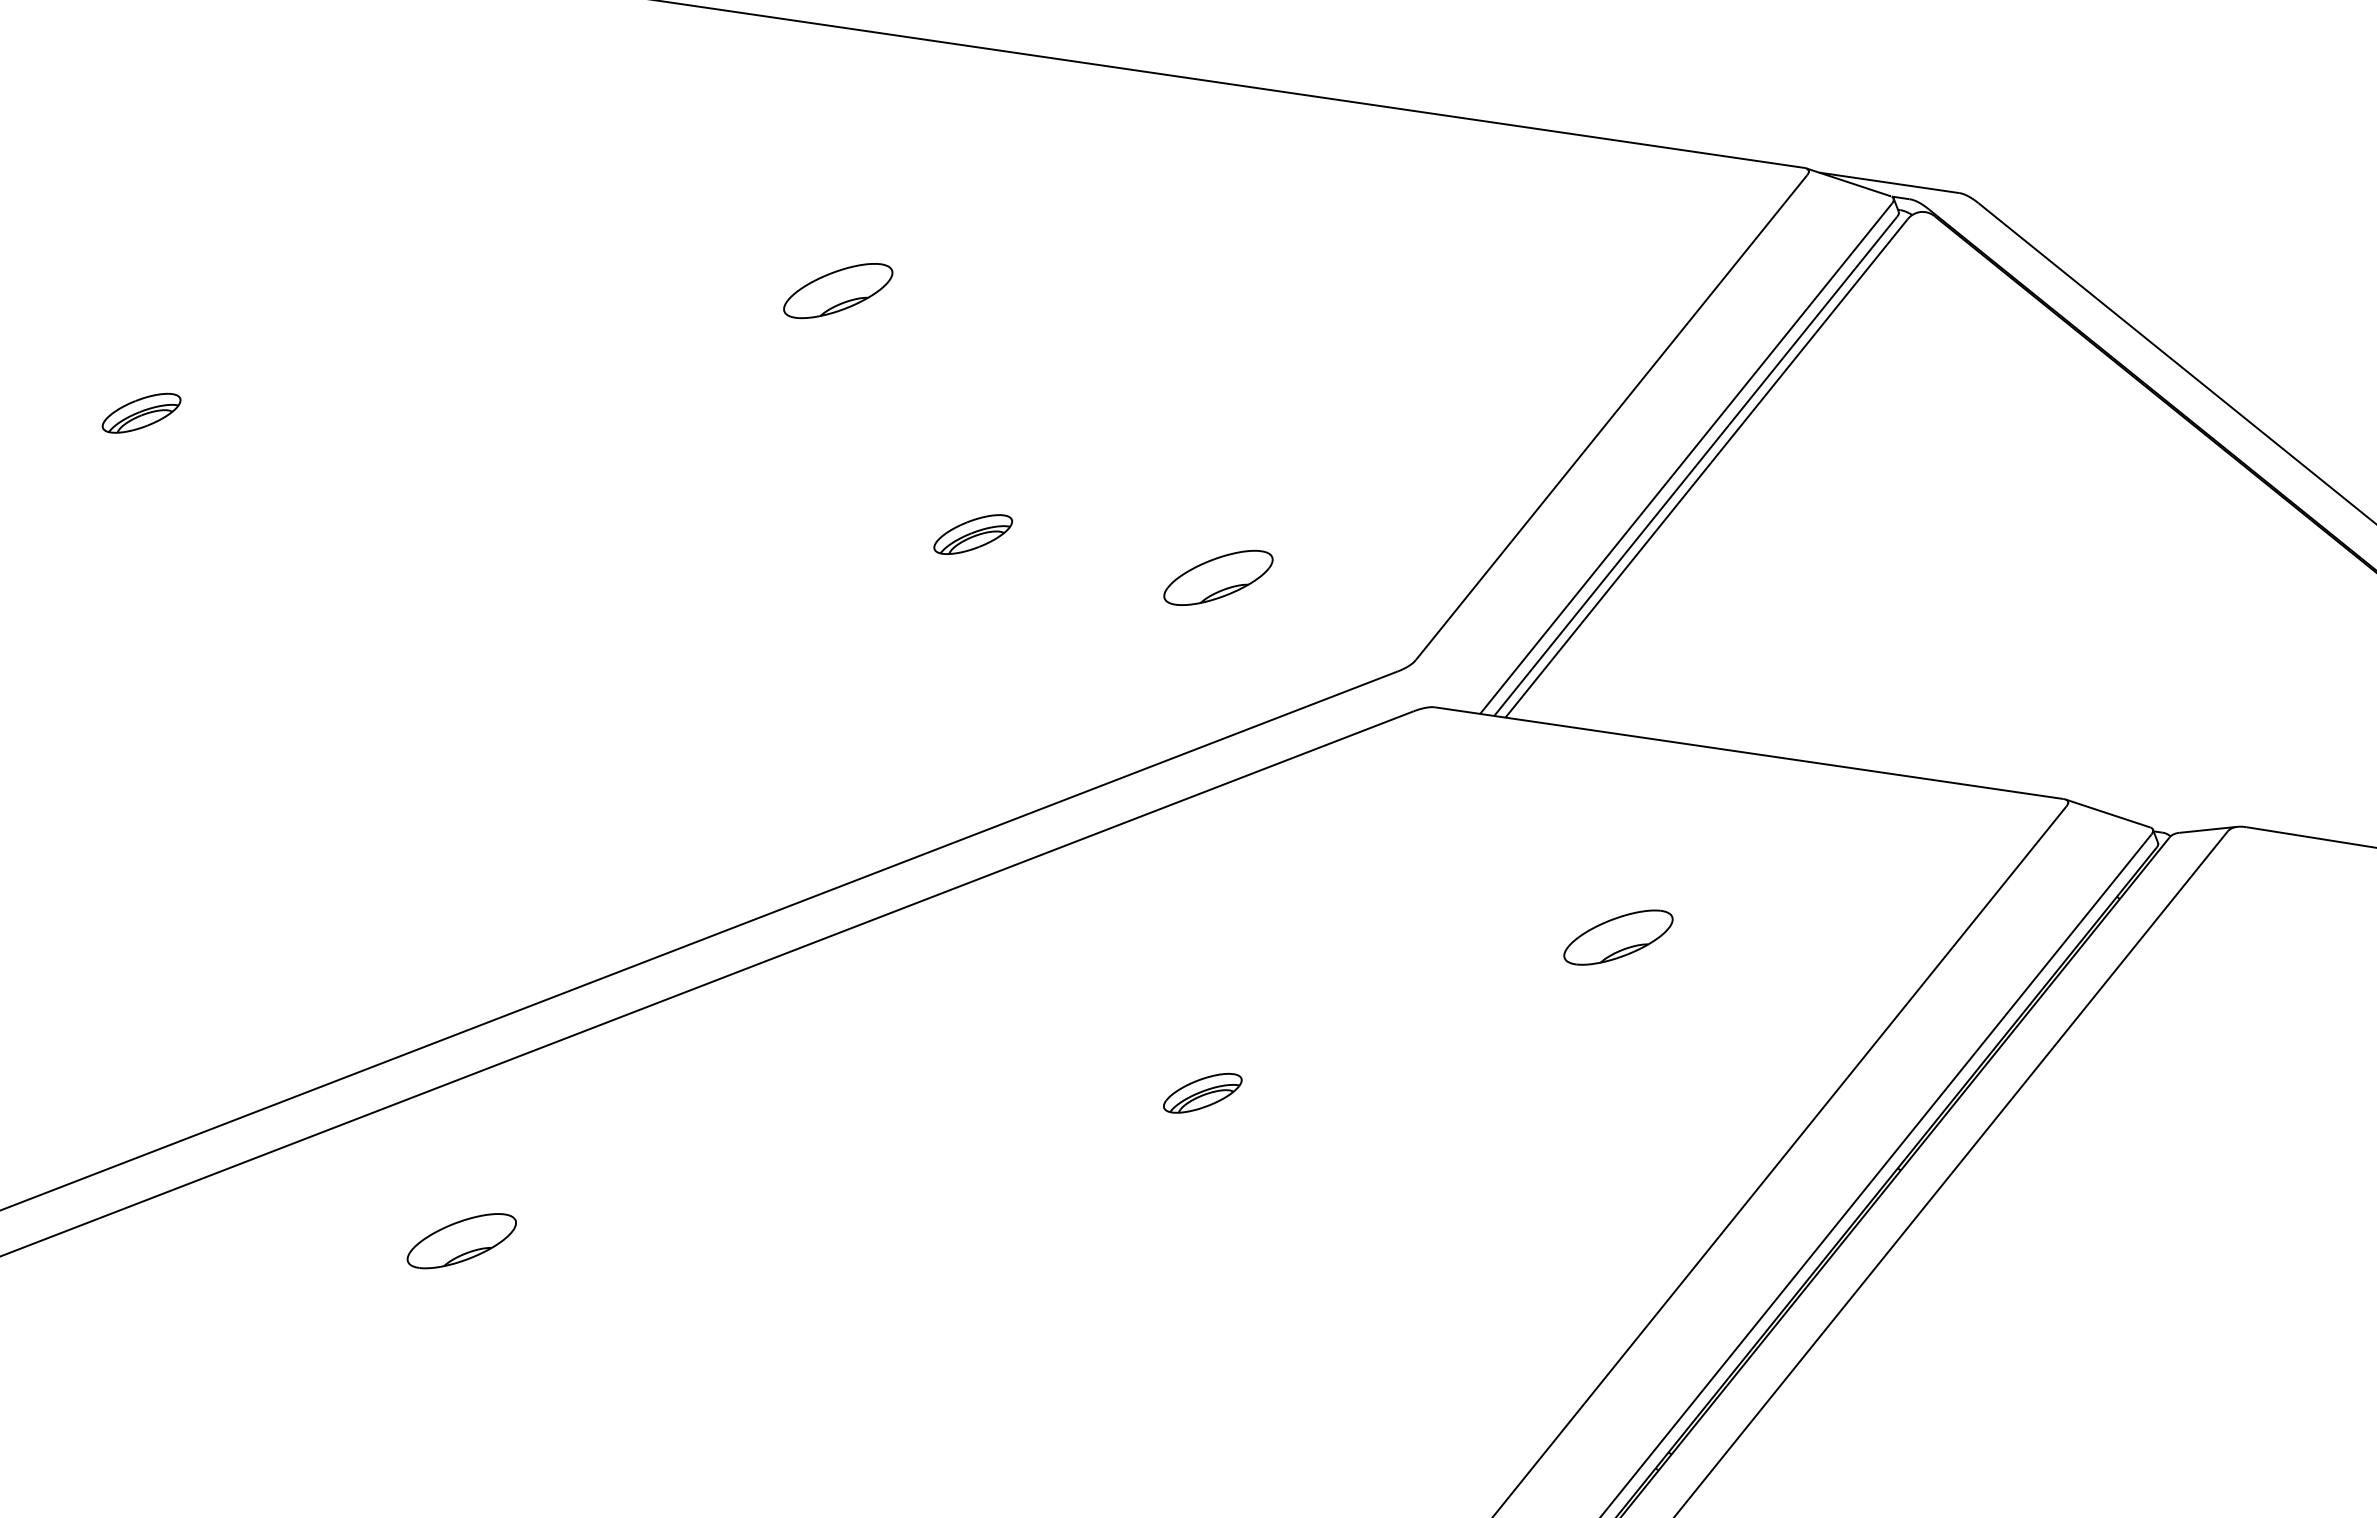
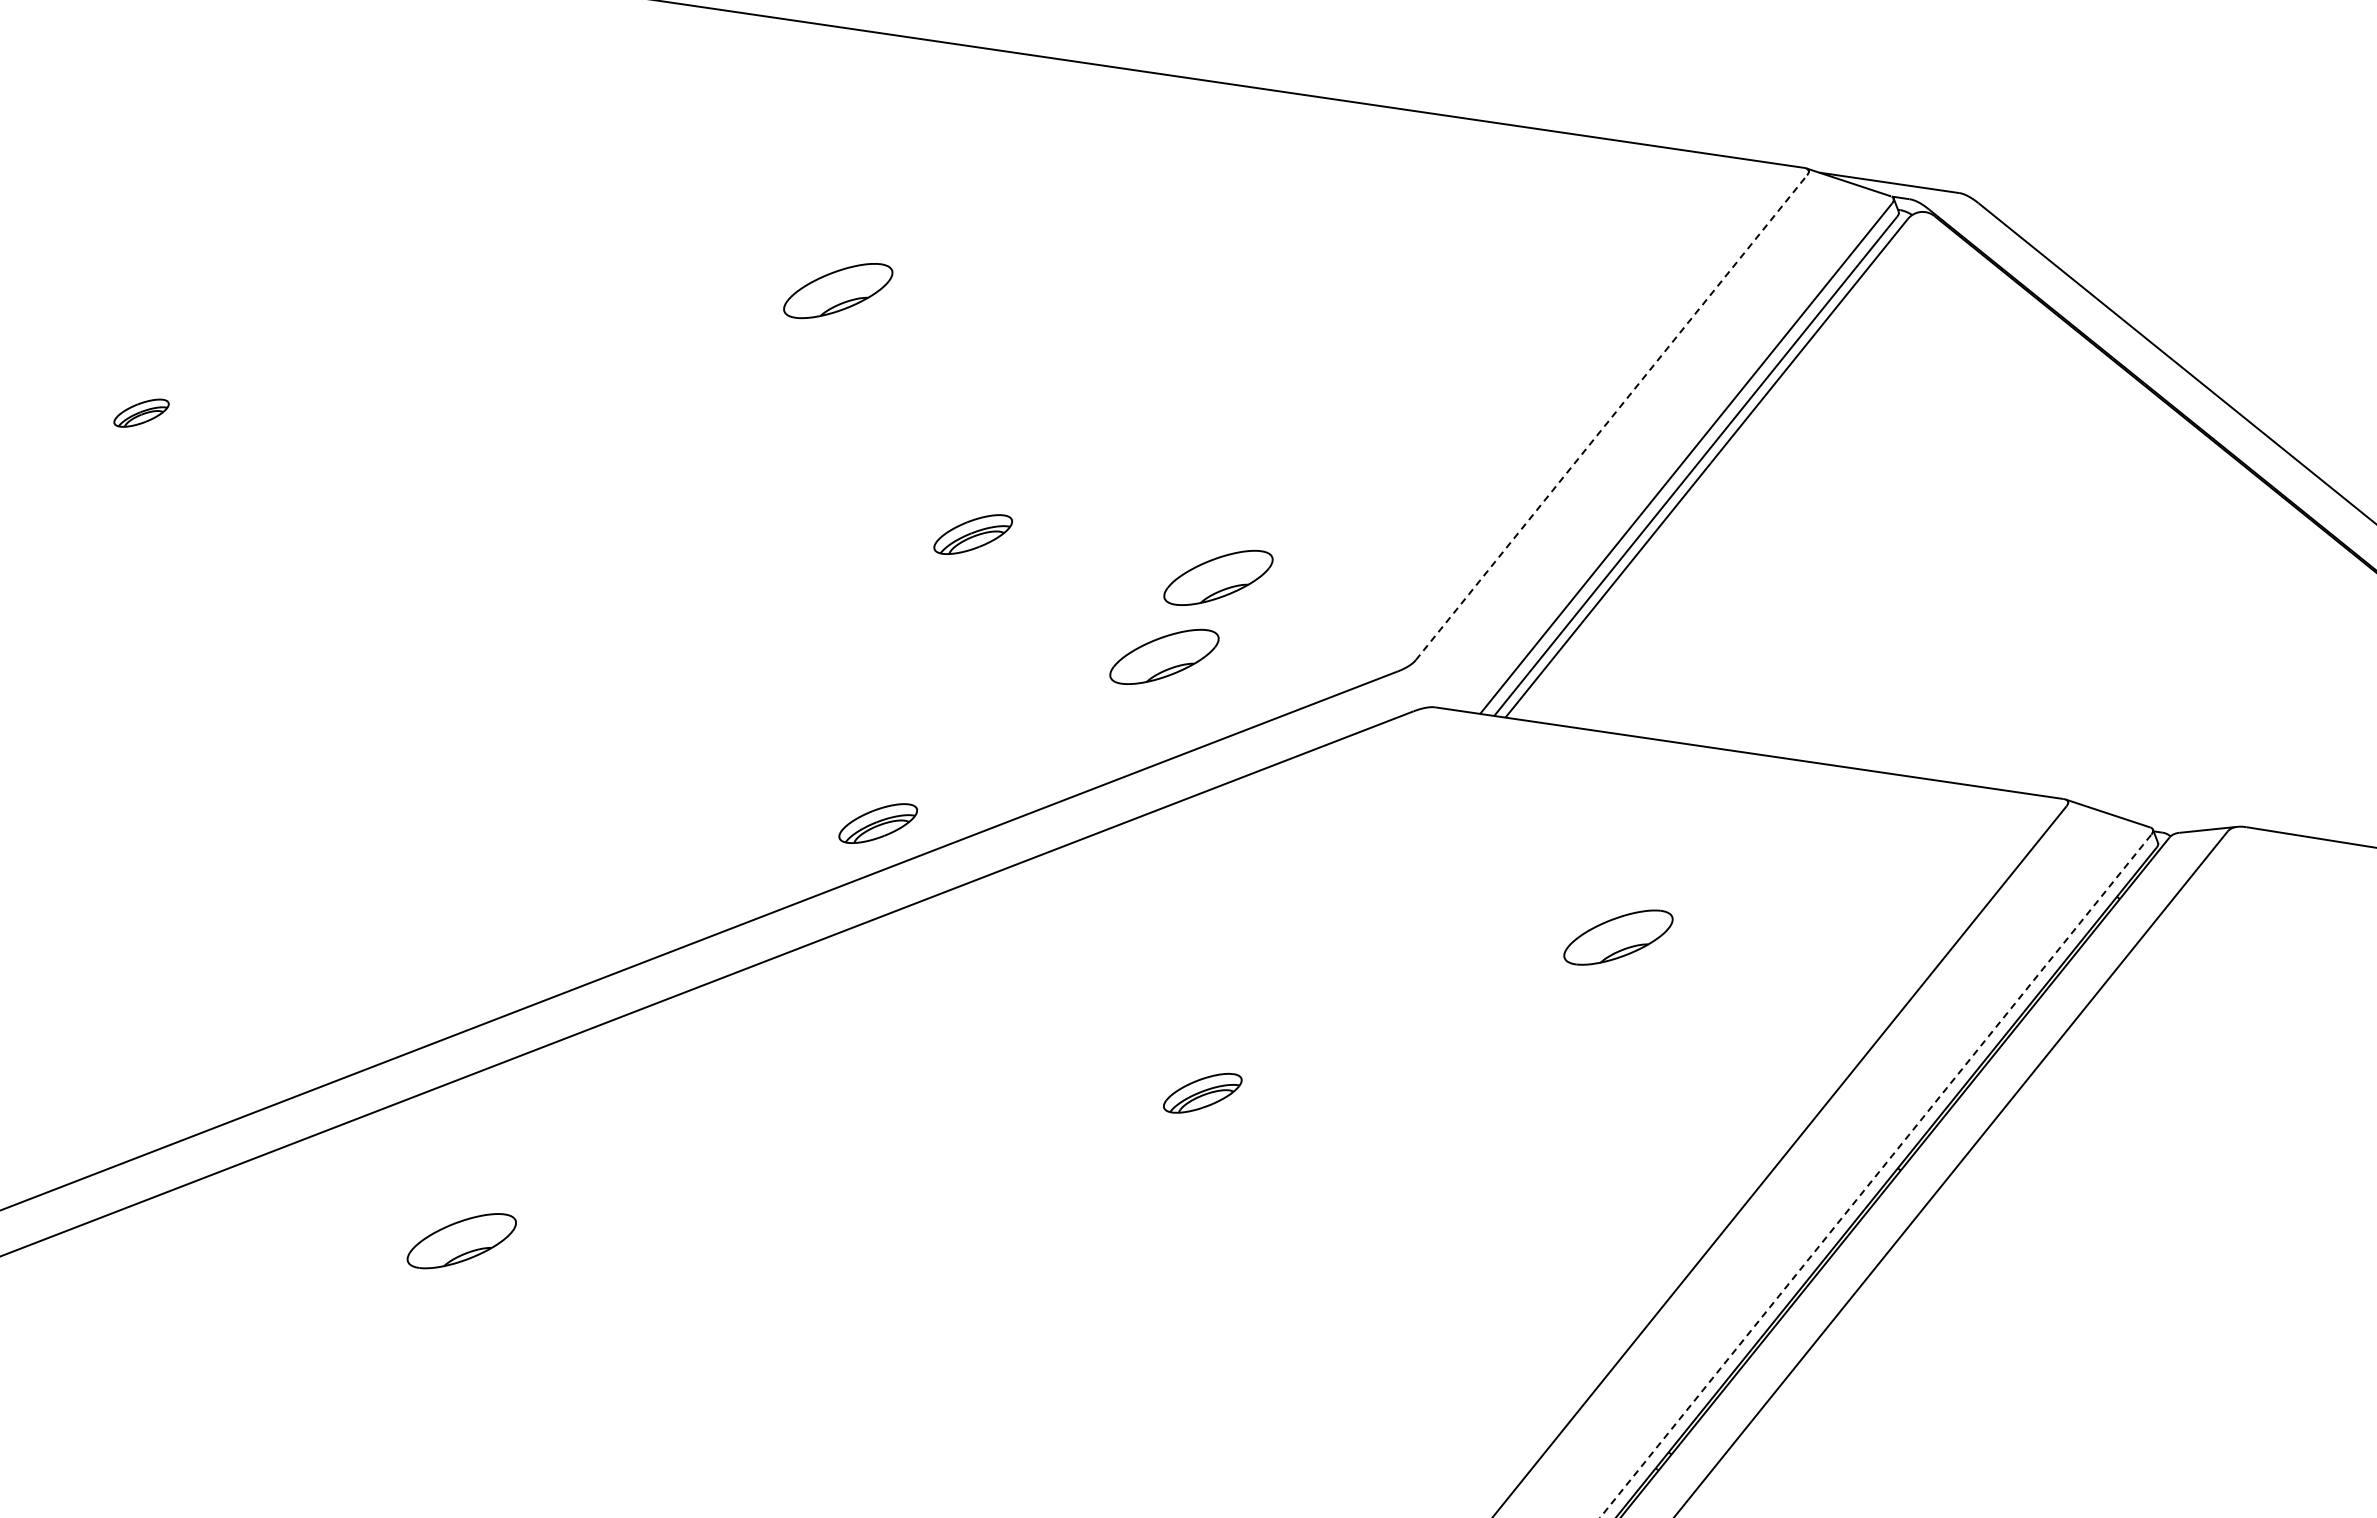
part at (141, 412) size: 81x42 px -> 57x30 px
line at (1611, 417): solid -> dashed
part at (1164, 656): none -> present
part at (877, 823): none -> present
line at (1875, 1176): solid -> dashed
